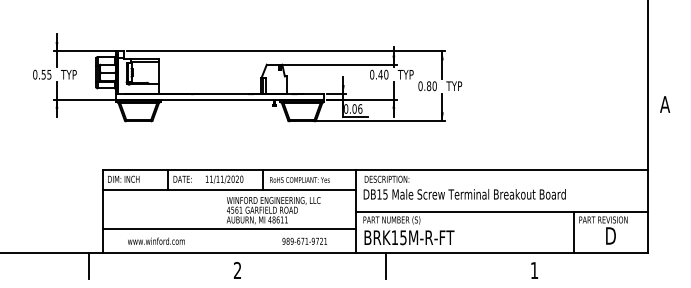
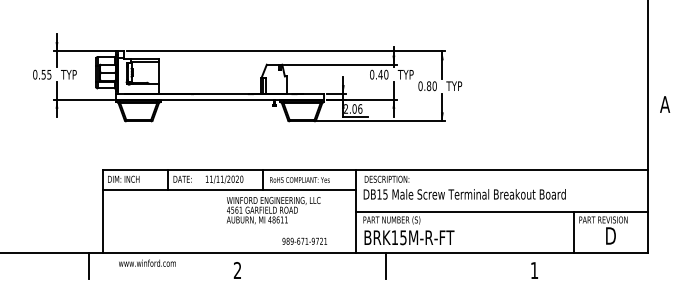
text at (346, 108): 0.06 -> 2.06
line at (228, 228): present -> none
text at (156, 240) position: (156, 240) -> (147, 262)
